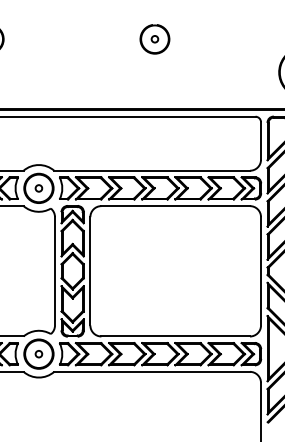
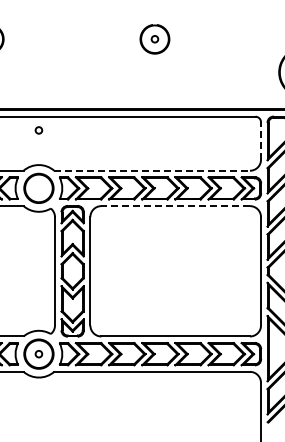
line at (261, 140): solid -> dashed
line at (152, 170): solid -> dashed
circle at (38, 188) position: (38, 188) -> (38, 130)
line at (175, 206): solid -> dashed
